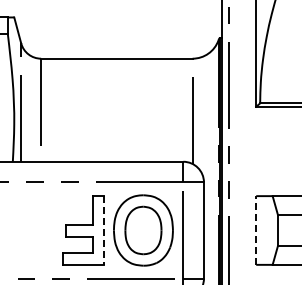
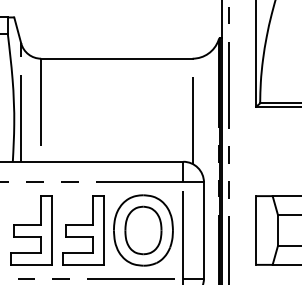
part at (31, 230): none -> present
line at (104, 230): dashed -> solid
line at (256, 230): dashed -> solid
